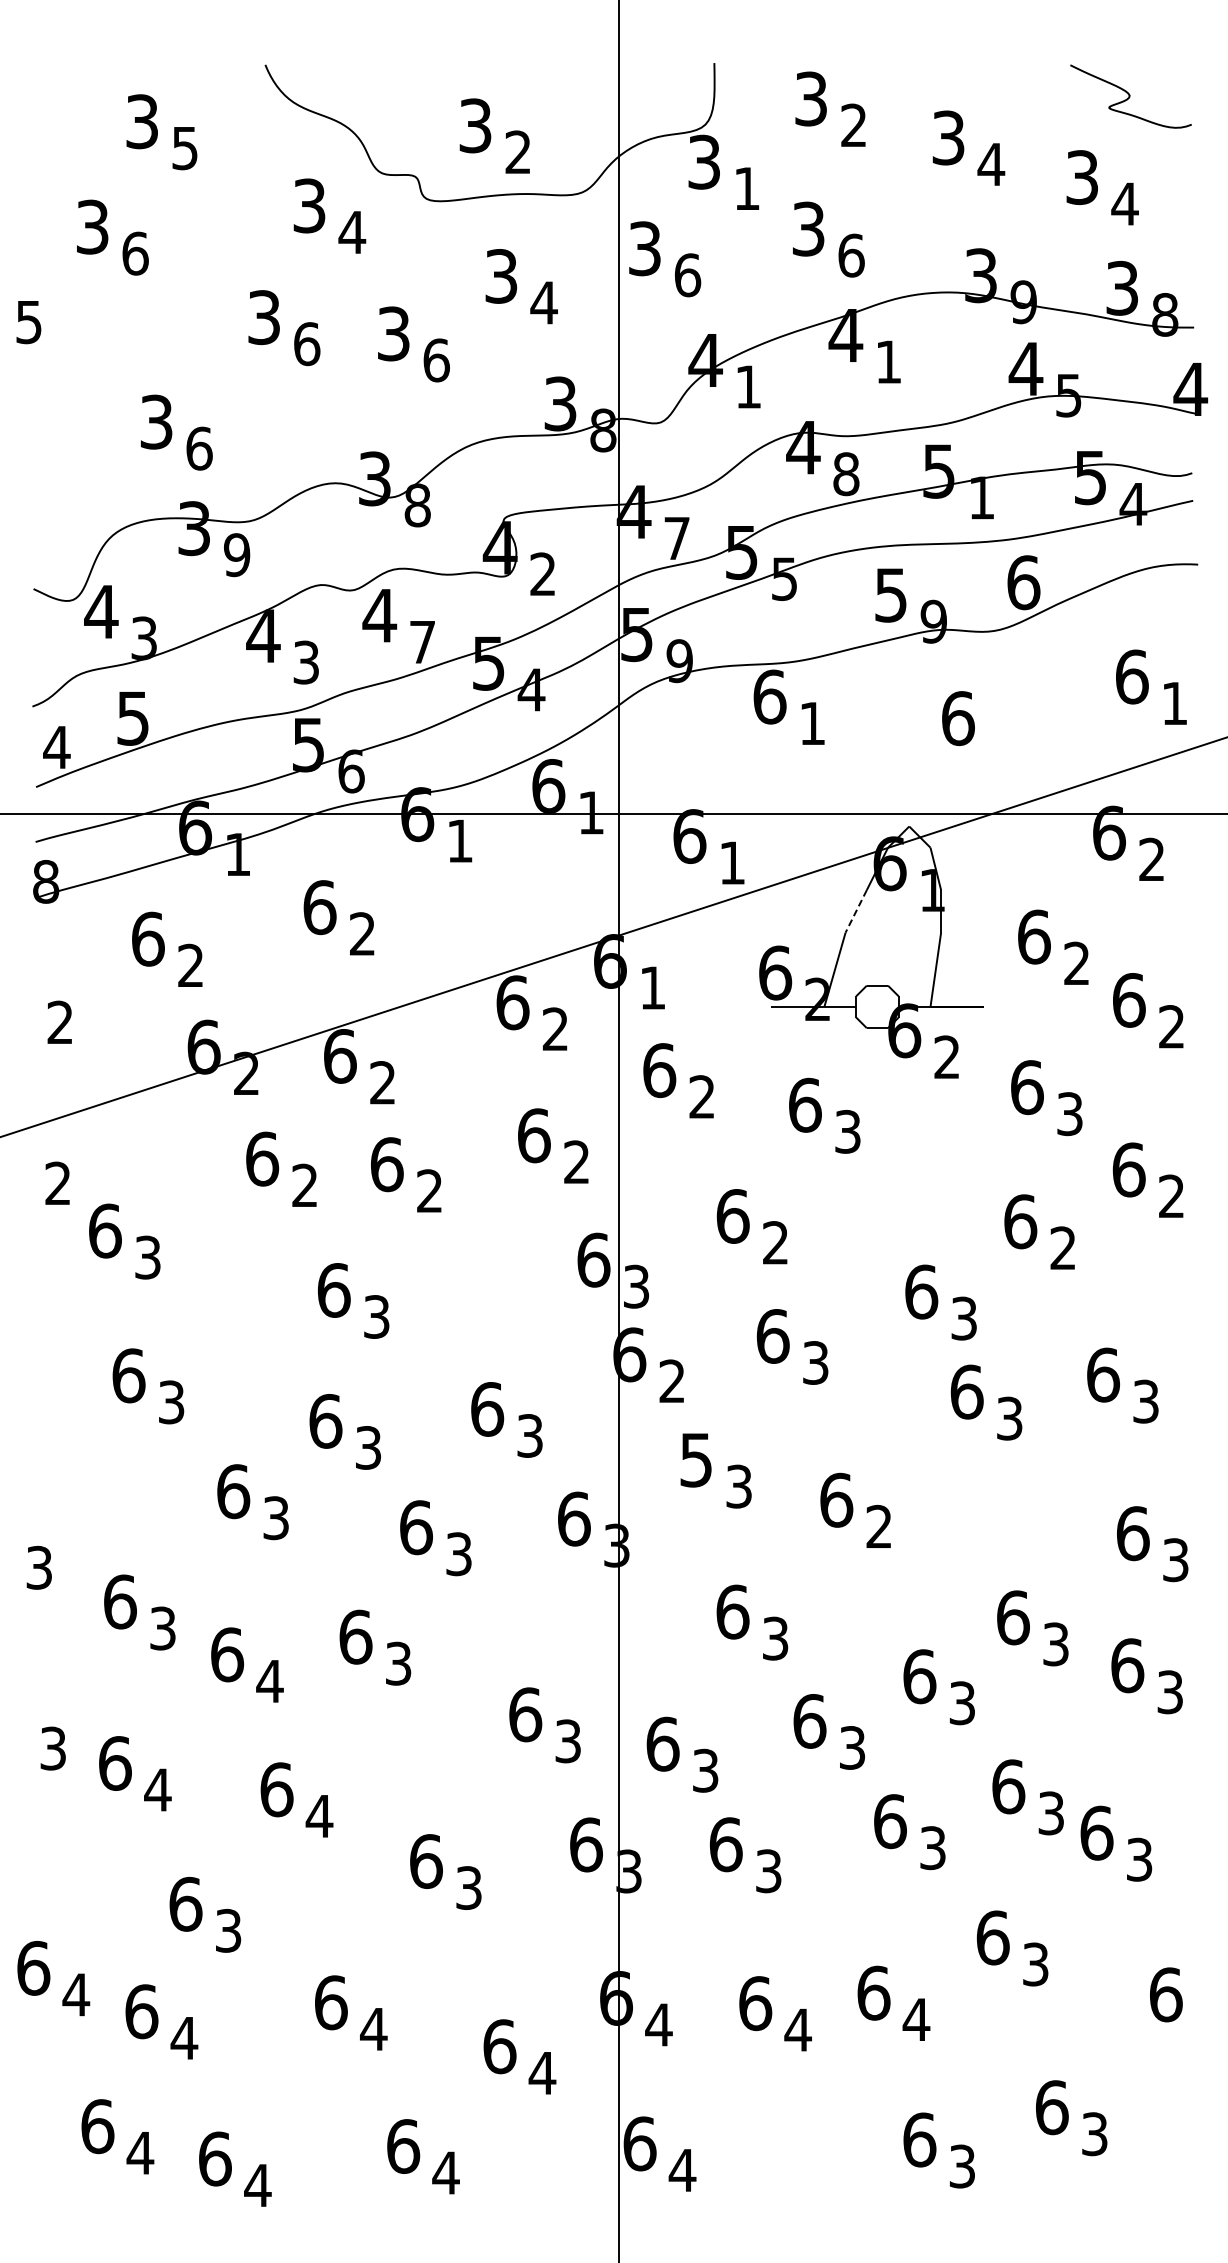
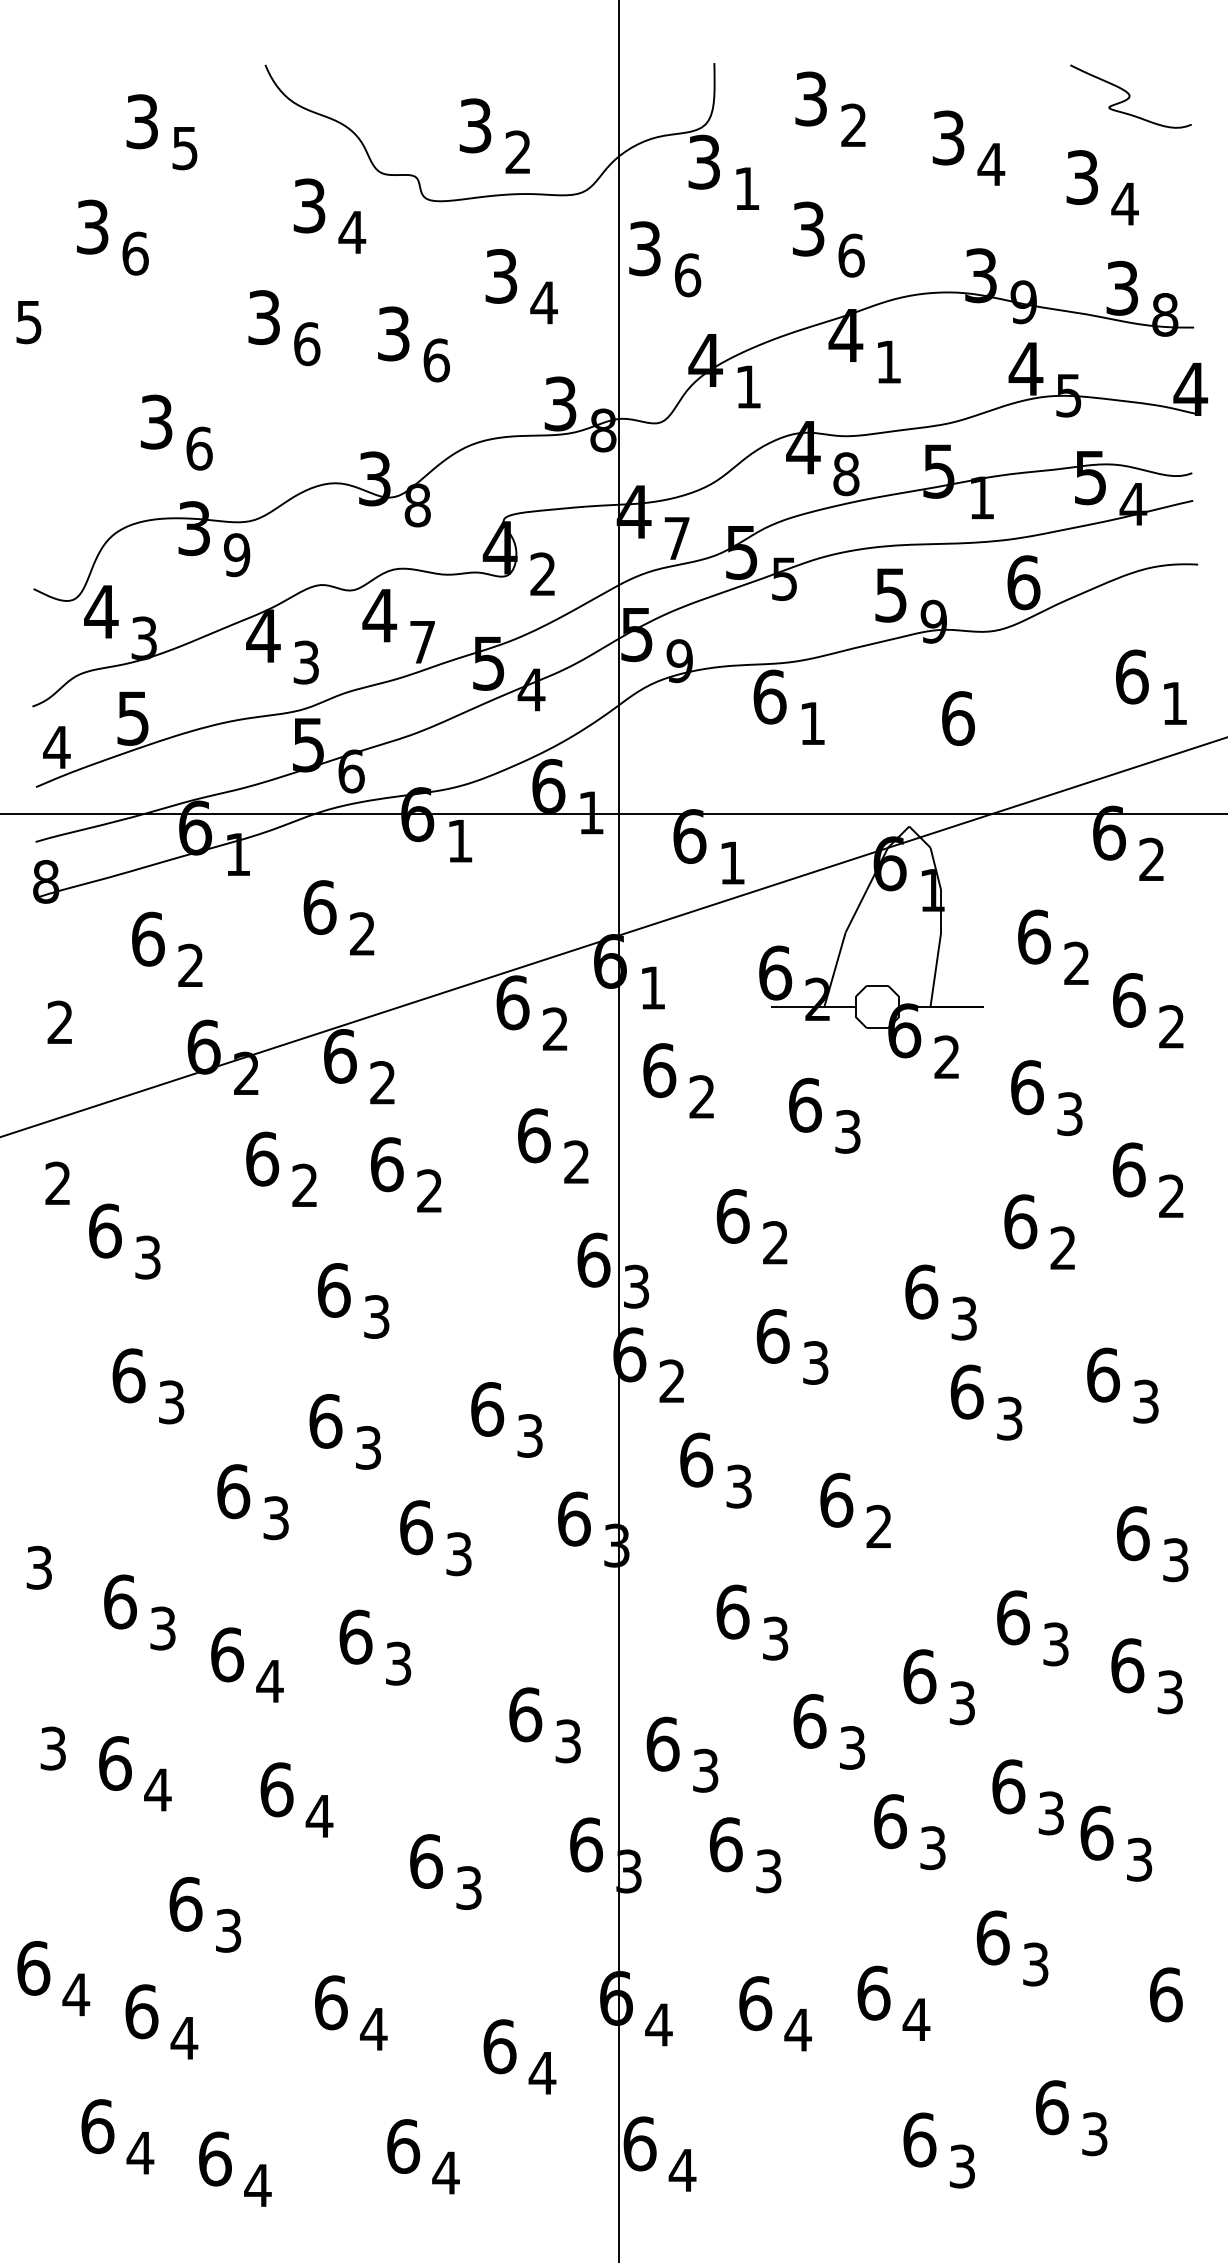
line at (856, 911): dashed -> solid
text at (696, 1459): 5 -> 6
